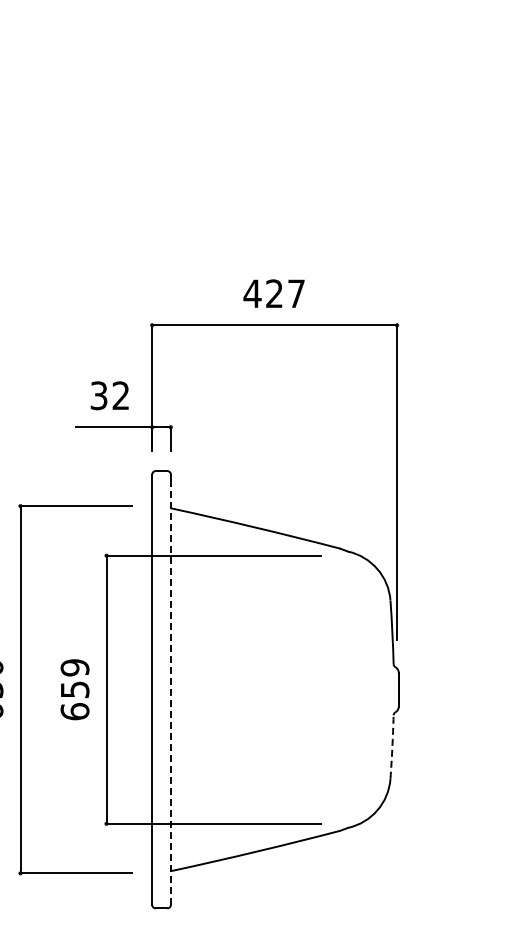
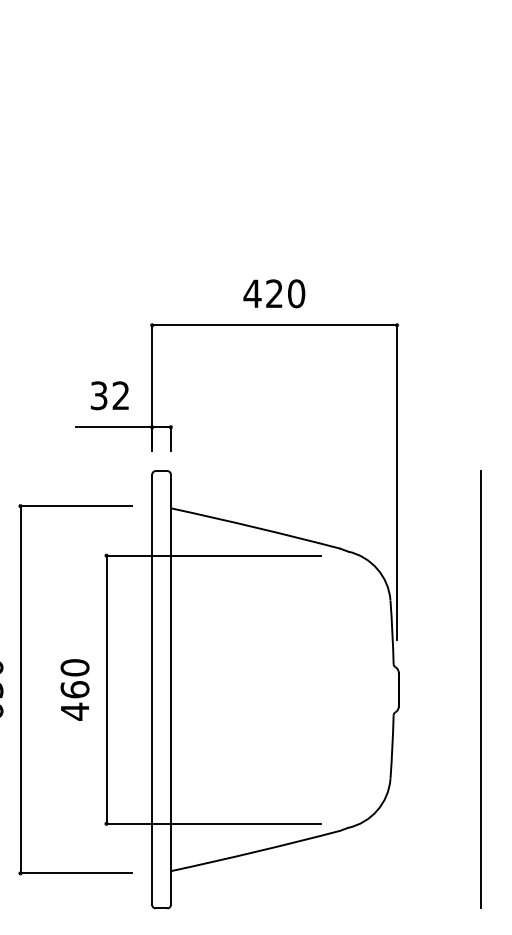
text at (296, 293): 427 -> 420
text at (74, 689): 659 -> 460
line at (480, 689): none -> present
line at (170, 692): dashed -> solid
arc at (392, 747): dashed -> solid
